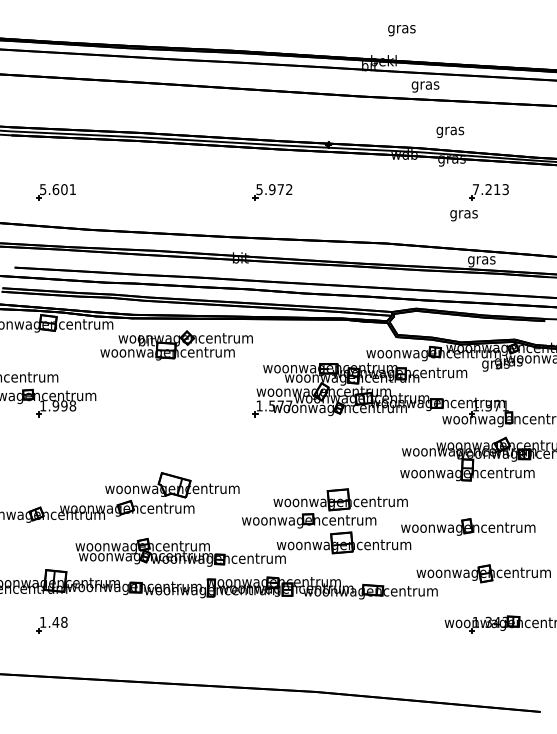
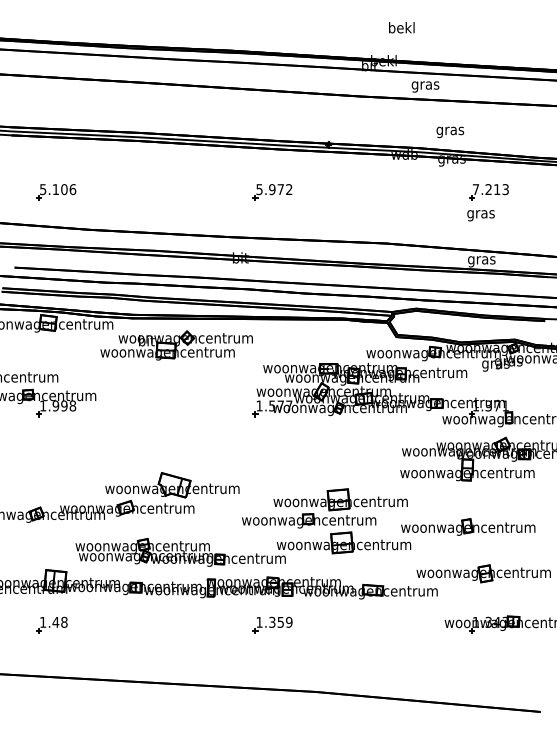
text at (401, 29): gras -> bekl
text at (64, 189): 5.601 -> 5.106
text at (463, 215) position: (463, 215) -> (480, 215)
part at (272, 624): none -> present
